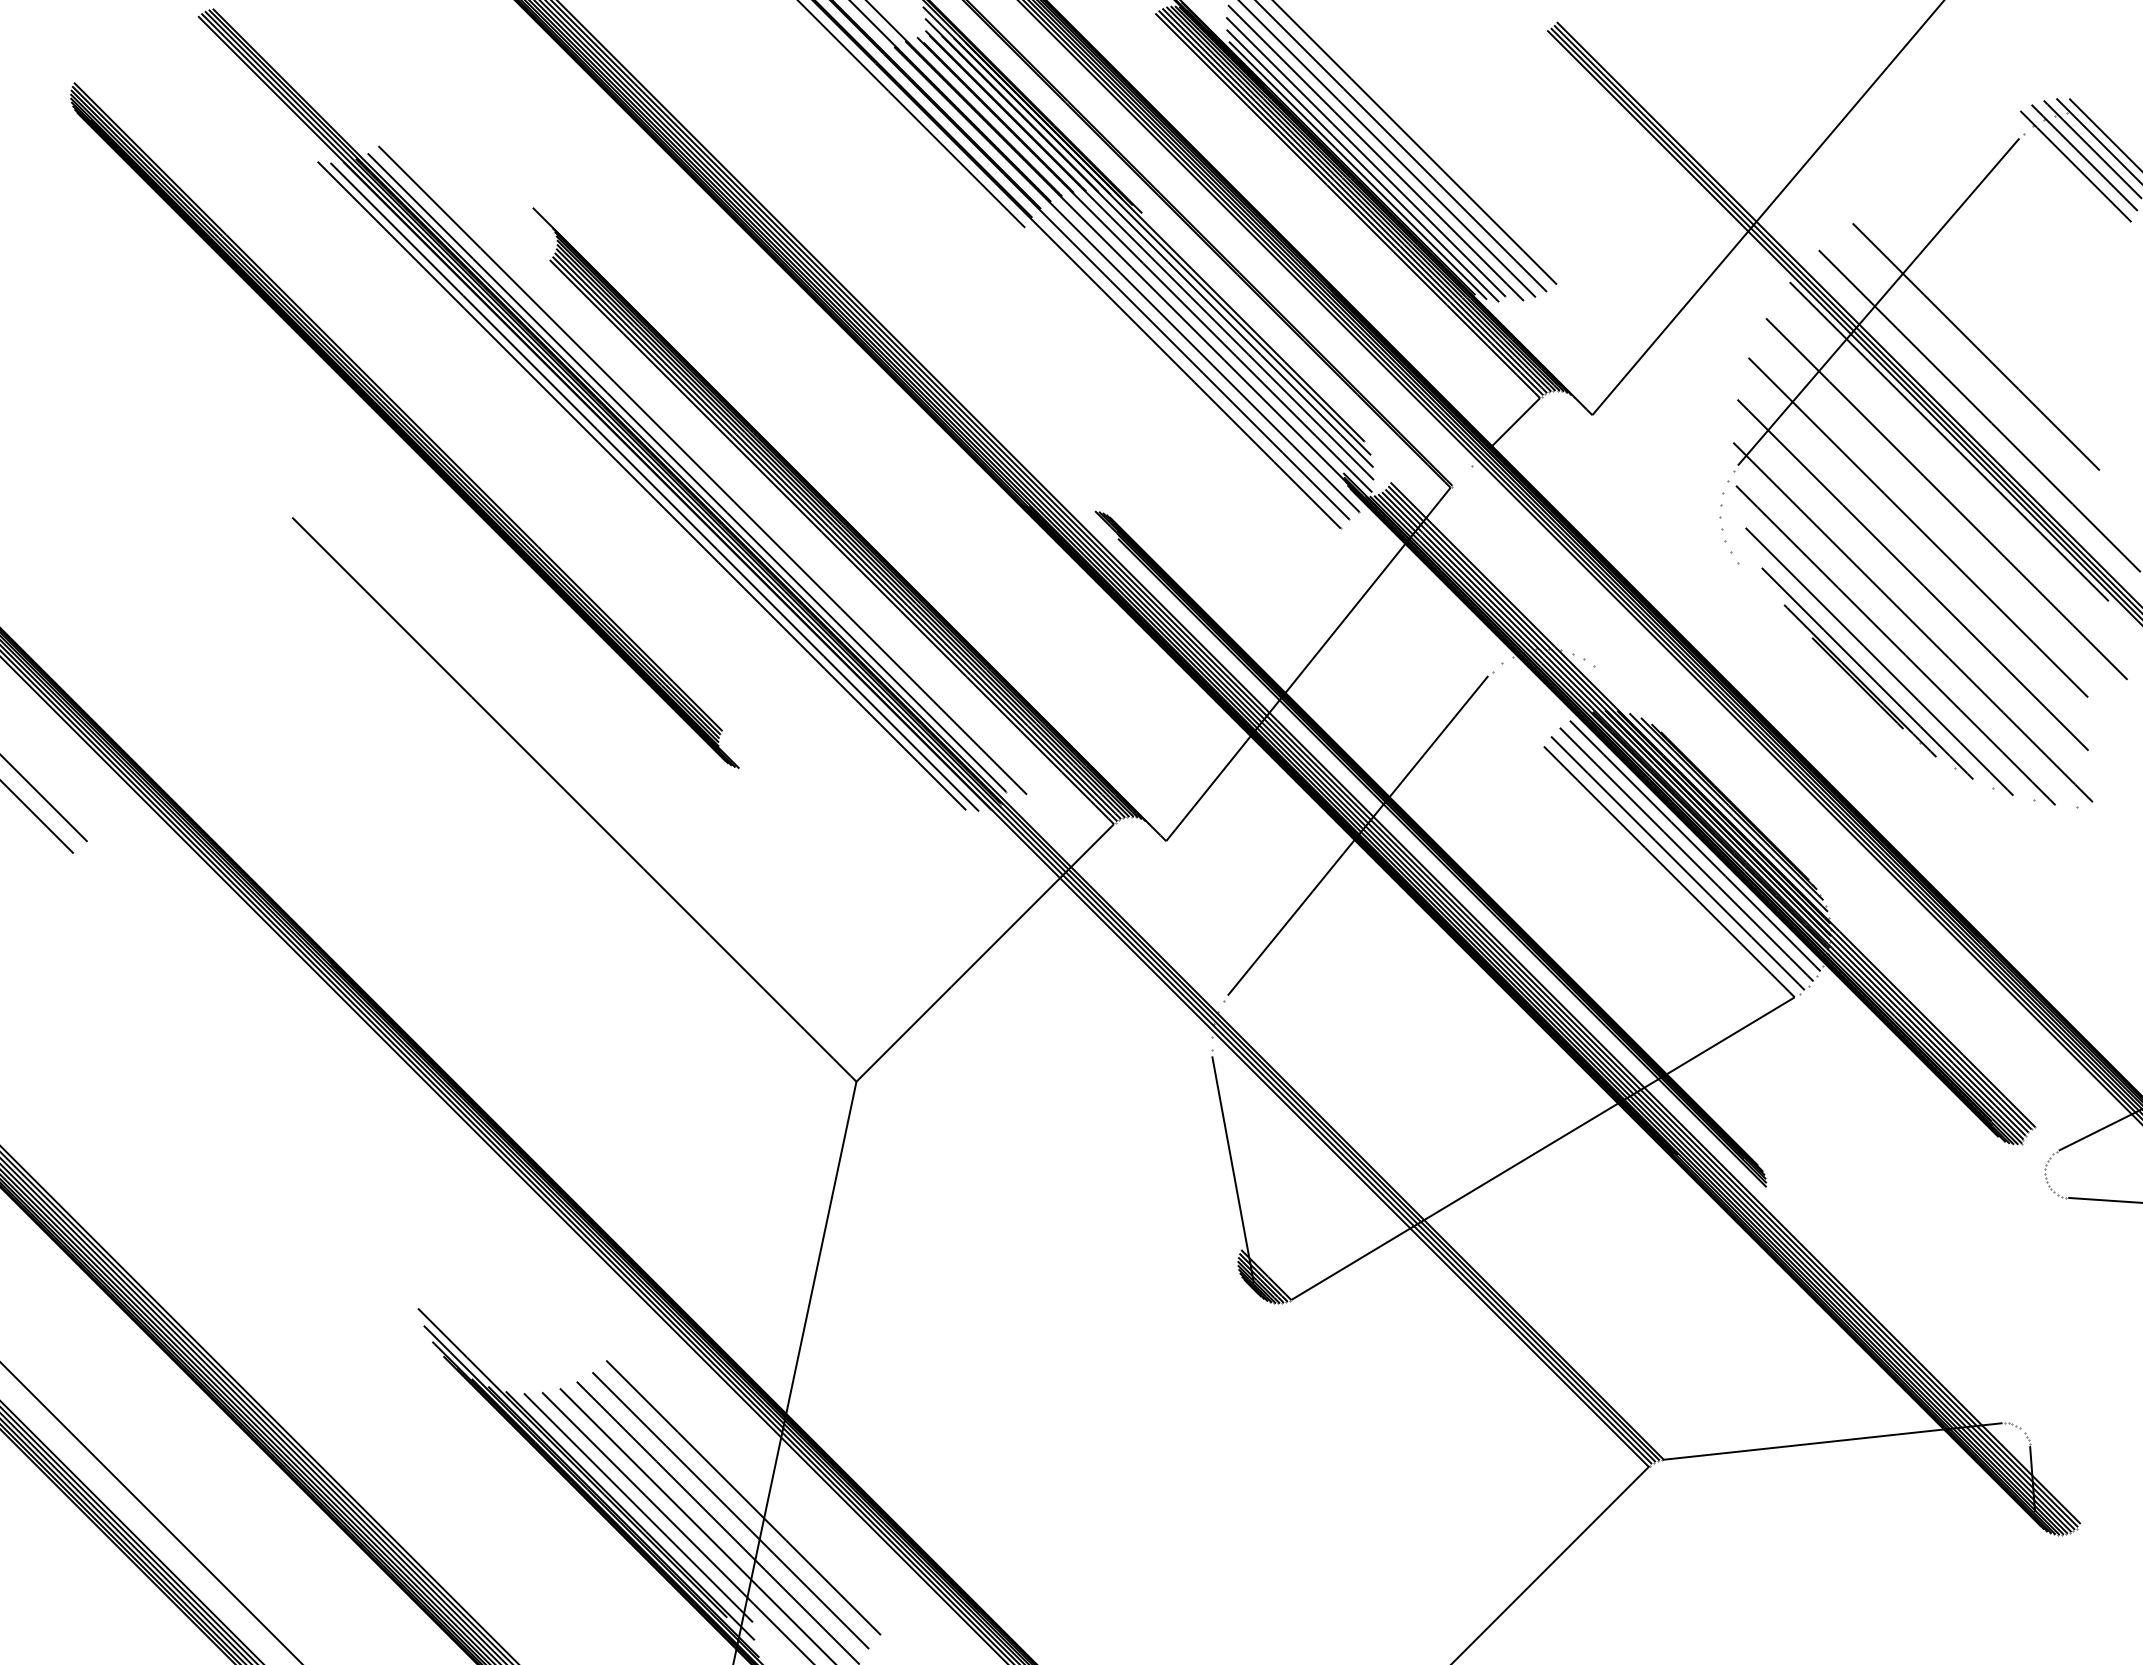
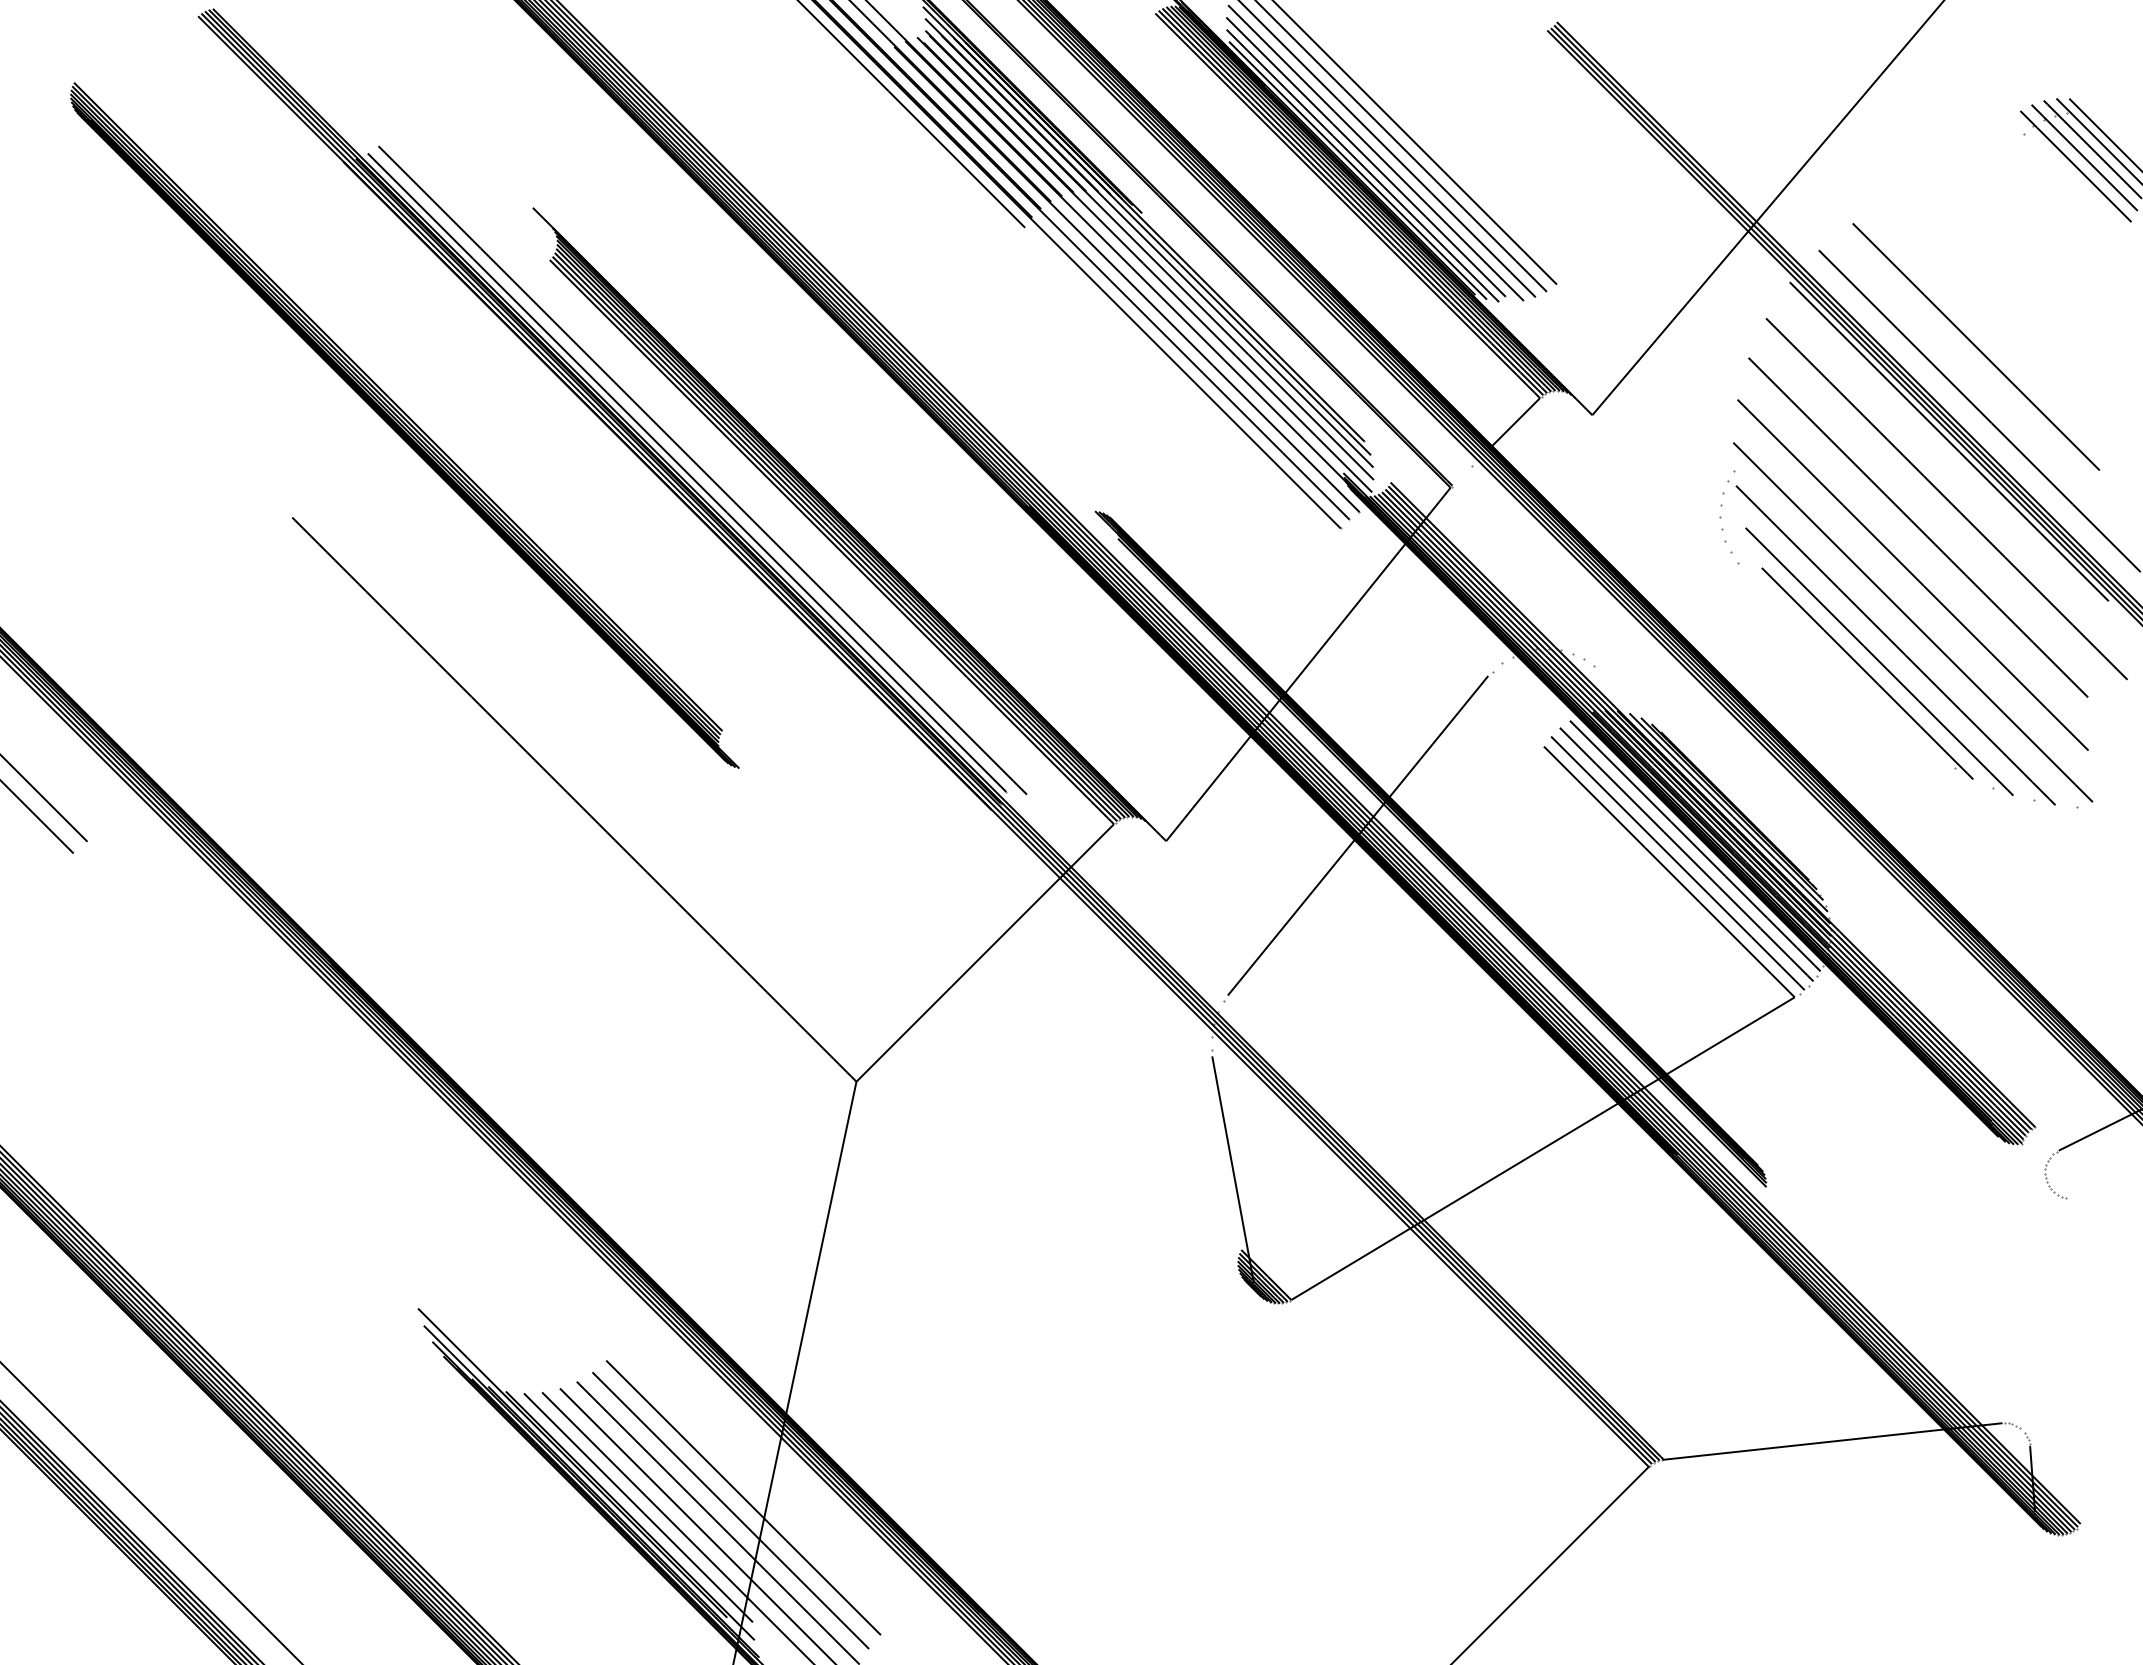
line at (1878, 301): present -> none
part at (648, 486): present -> none
part at (1859, 680): present -> none
line at (2103, 1199): present -> none
